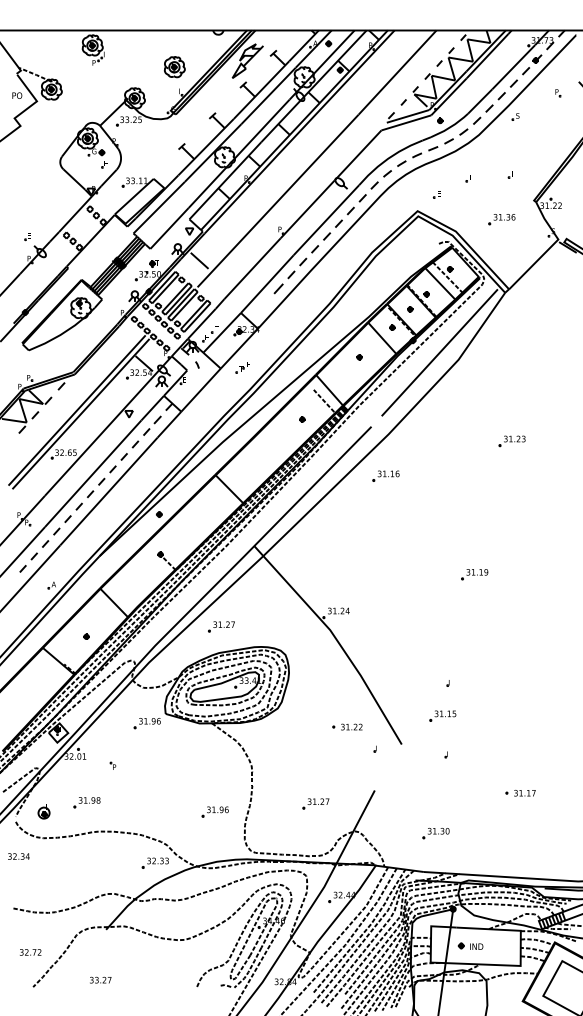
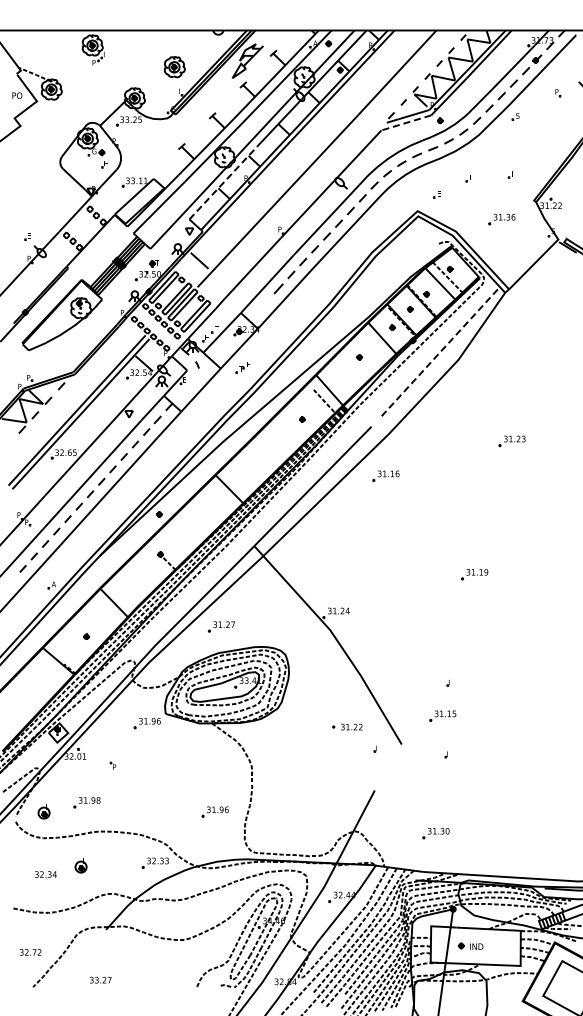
line at (405, 123): solid -> dashed
line at (225, 180): solid -> dashed
line at (439, 352): solid -> dashed
part at (520, 793): present -> none
part at (315, 803): present -> none
text at (18, 856) position: (18, 856) -> (45, 874)
part at (80, 865): none -> present
